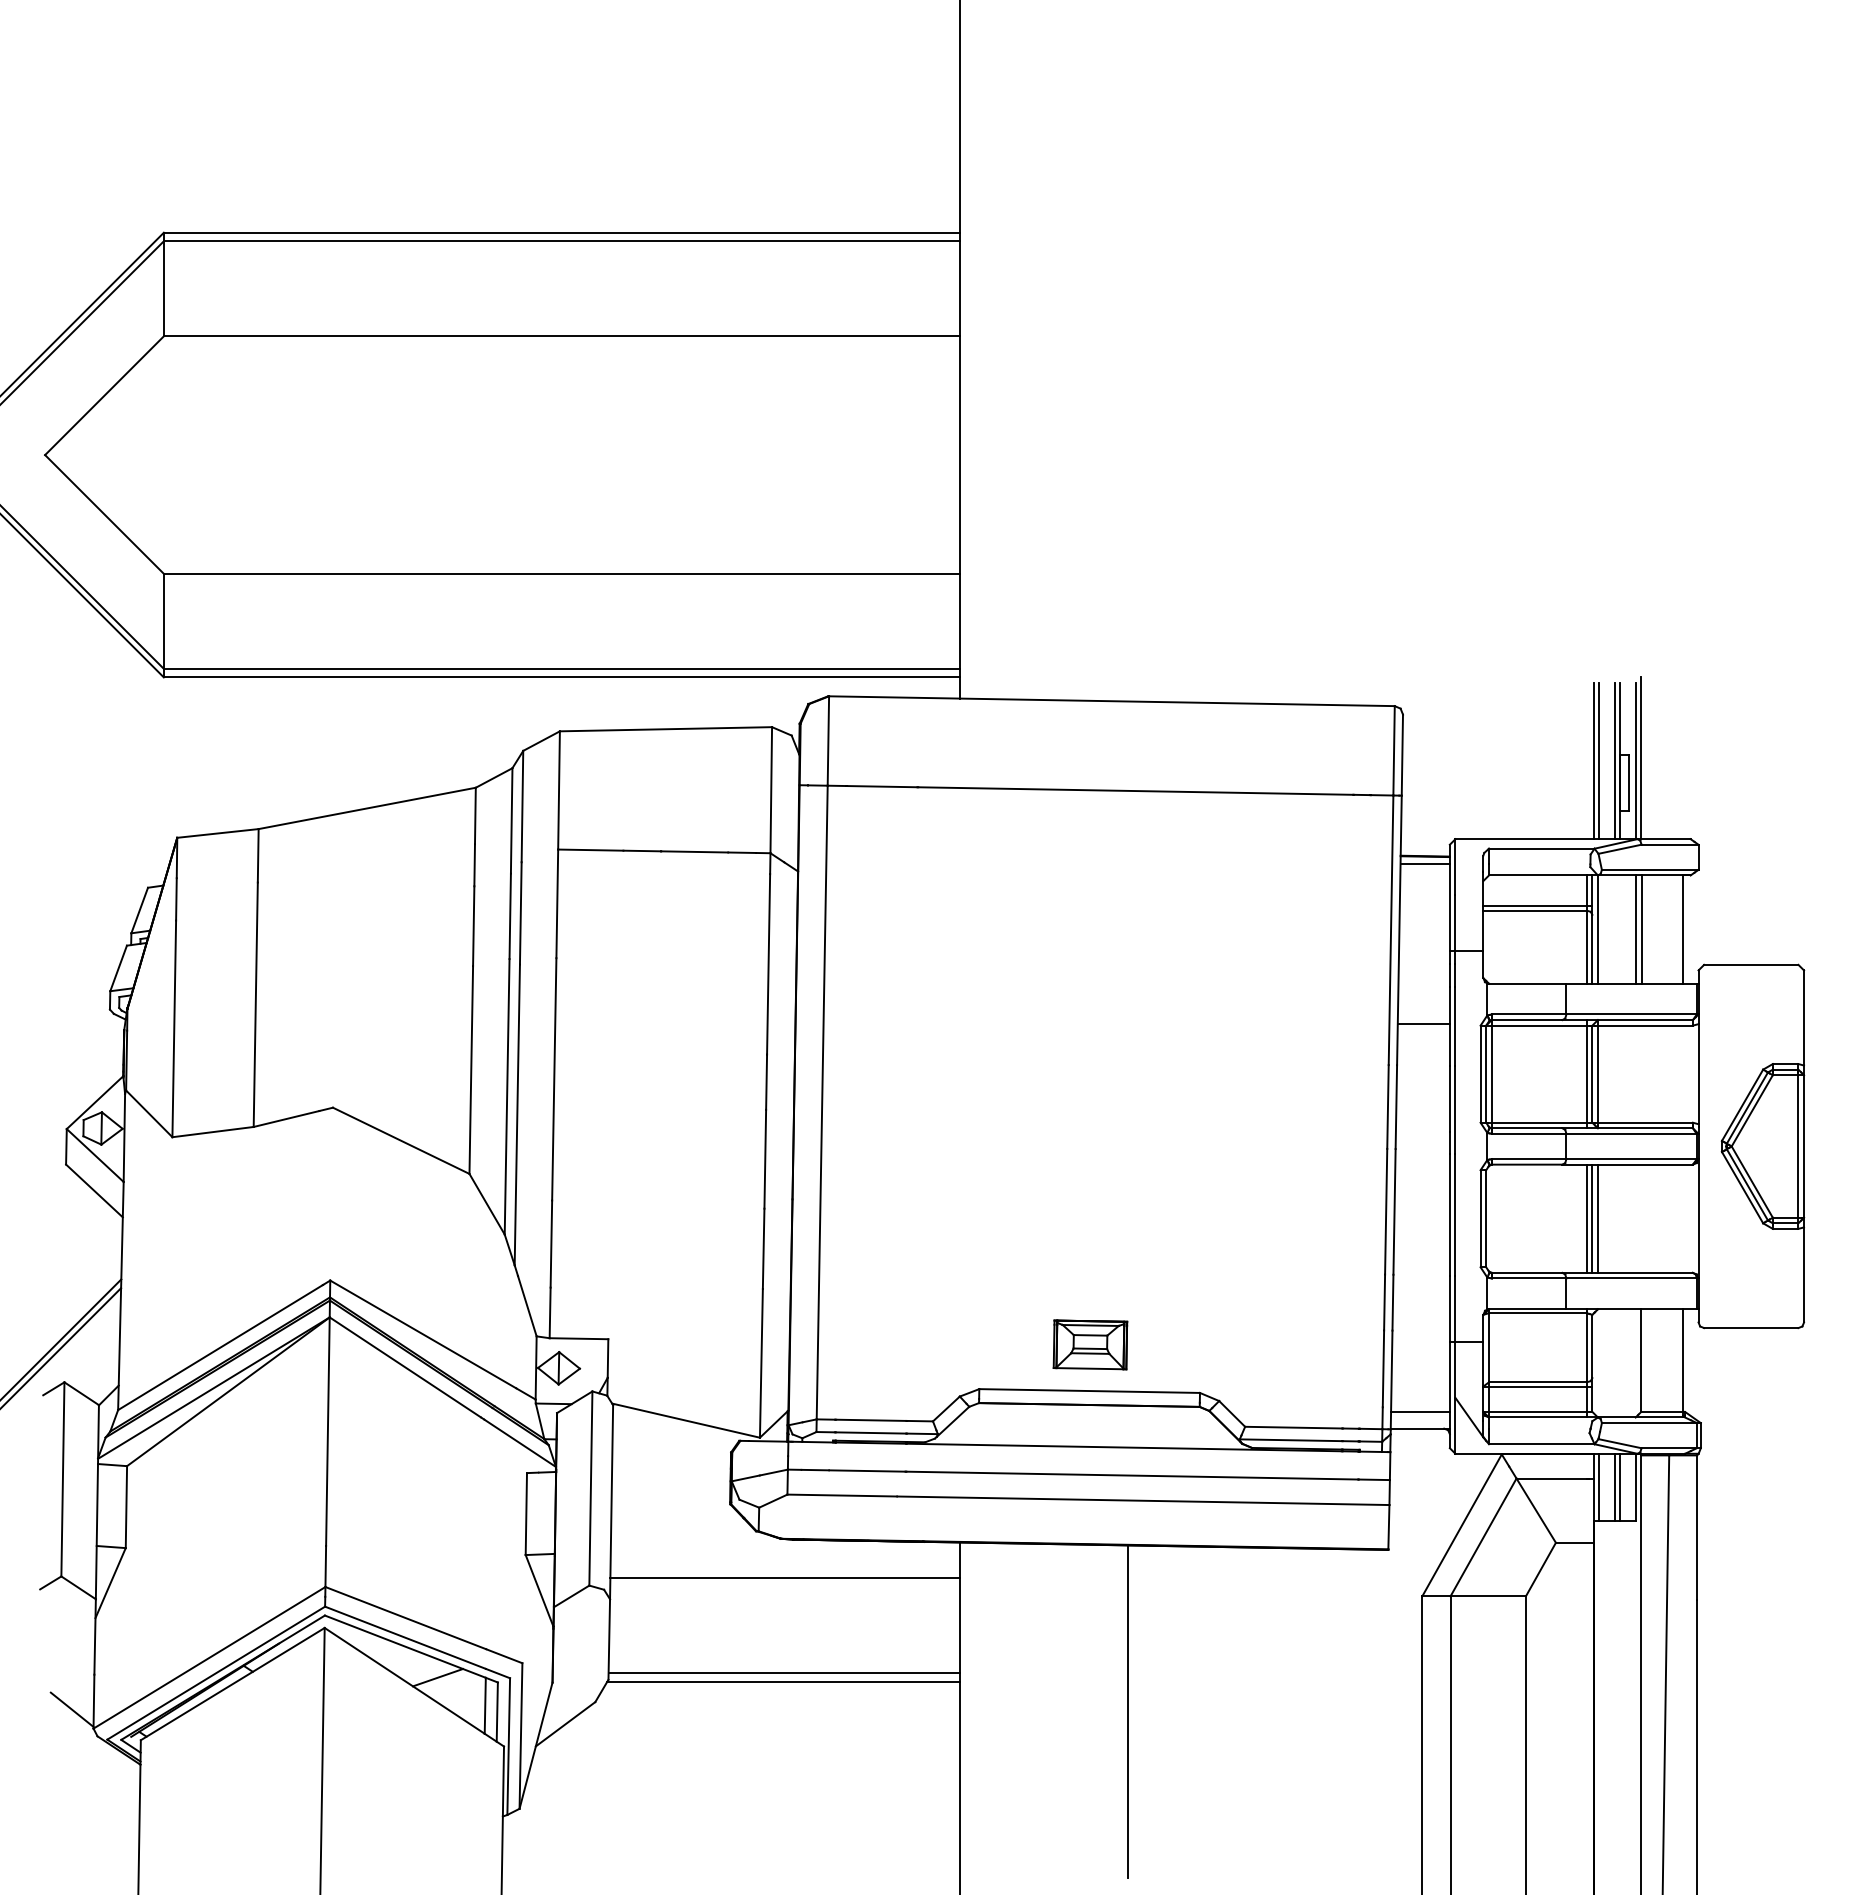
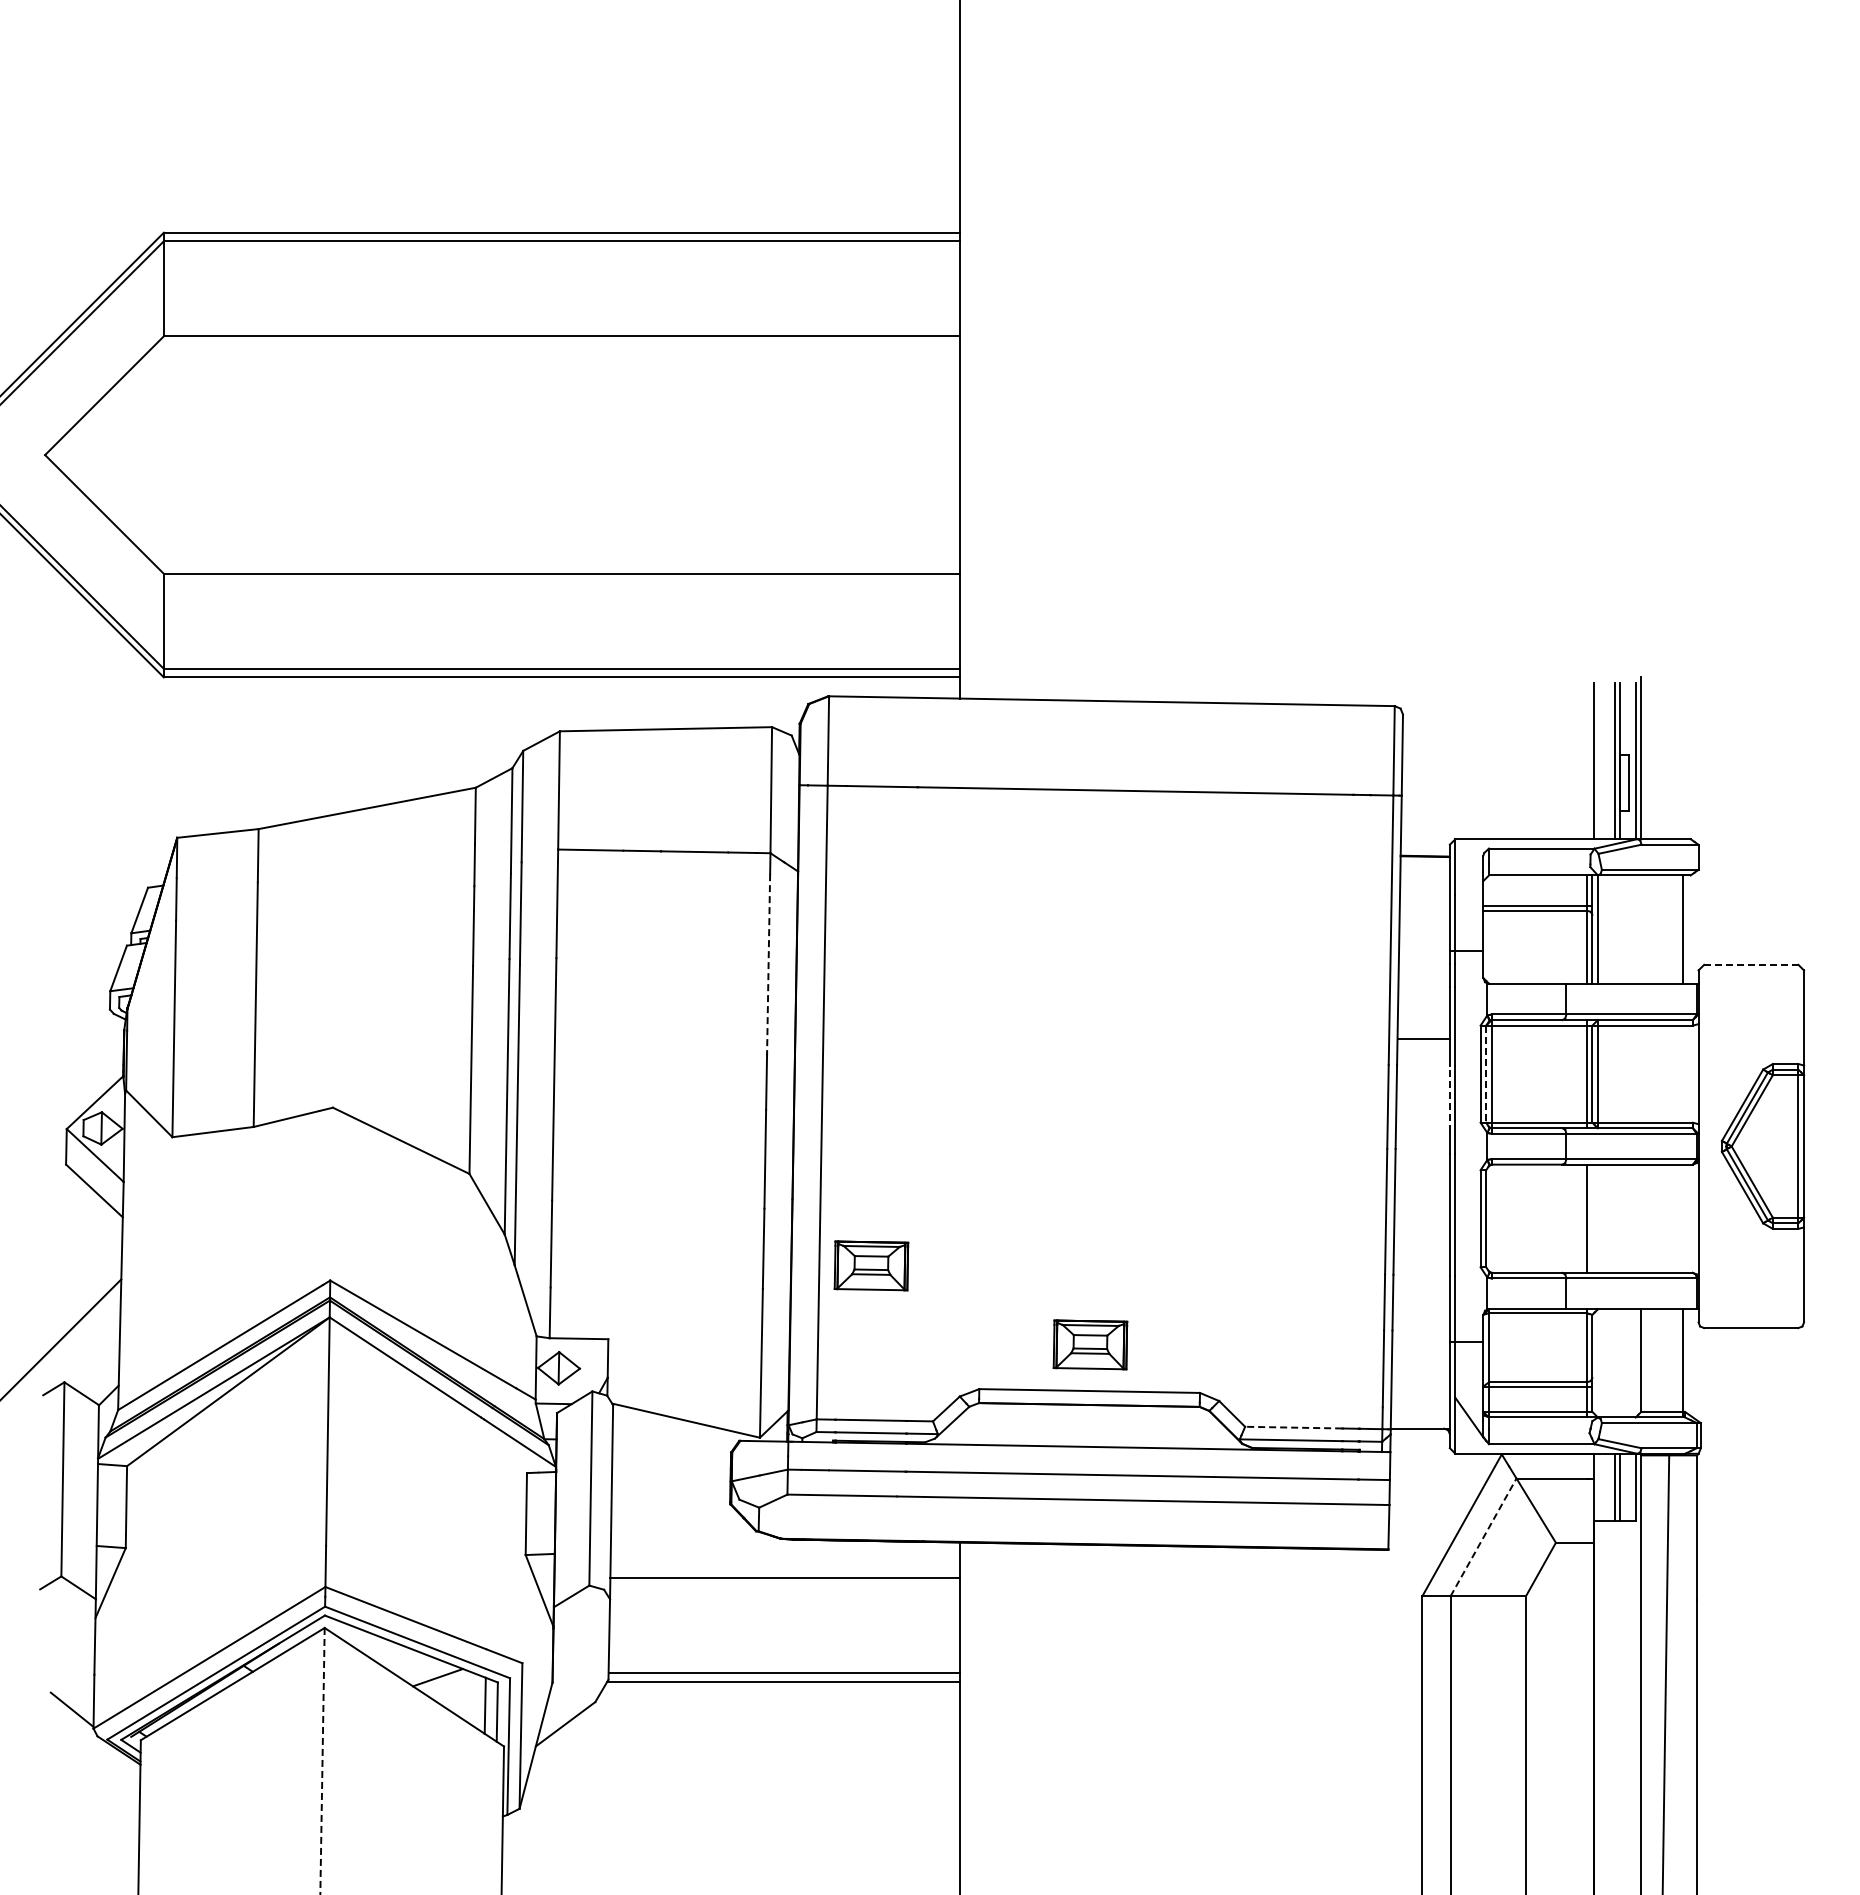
line at (1599, 760): present -> none
line at (1424, 864): present -> none
line at (1636, 929): present -> none
line at (1641, 929): present -> none
line at (768, 964): solid -> dashed
line at (1751, 964): solid -> dashed
line at (1423, 1023) position: (1423, 1023) -> (1423, 1038)
line at (1486, 1074): solid -> dashed
line at (1449, 1098): solid -> dashed
line at (1592, 1218): present -> none
line at (1597, 1218): present -> none
part at (871, 1265): none -> present
line at (61, 1347): present -> none
line at (1420, 1411): present -> none
line at (1293, 1427): solid -> dashed
line at (1599, 1486): present -> none
line at (1483, 1537): solid -> dashed
line at (1127, 1711): present -> none
line at (322, 1761): solid -> dashed
